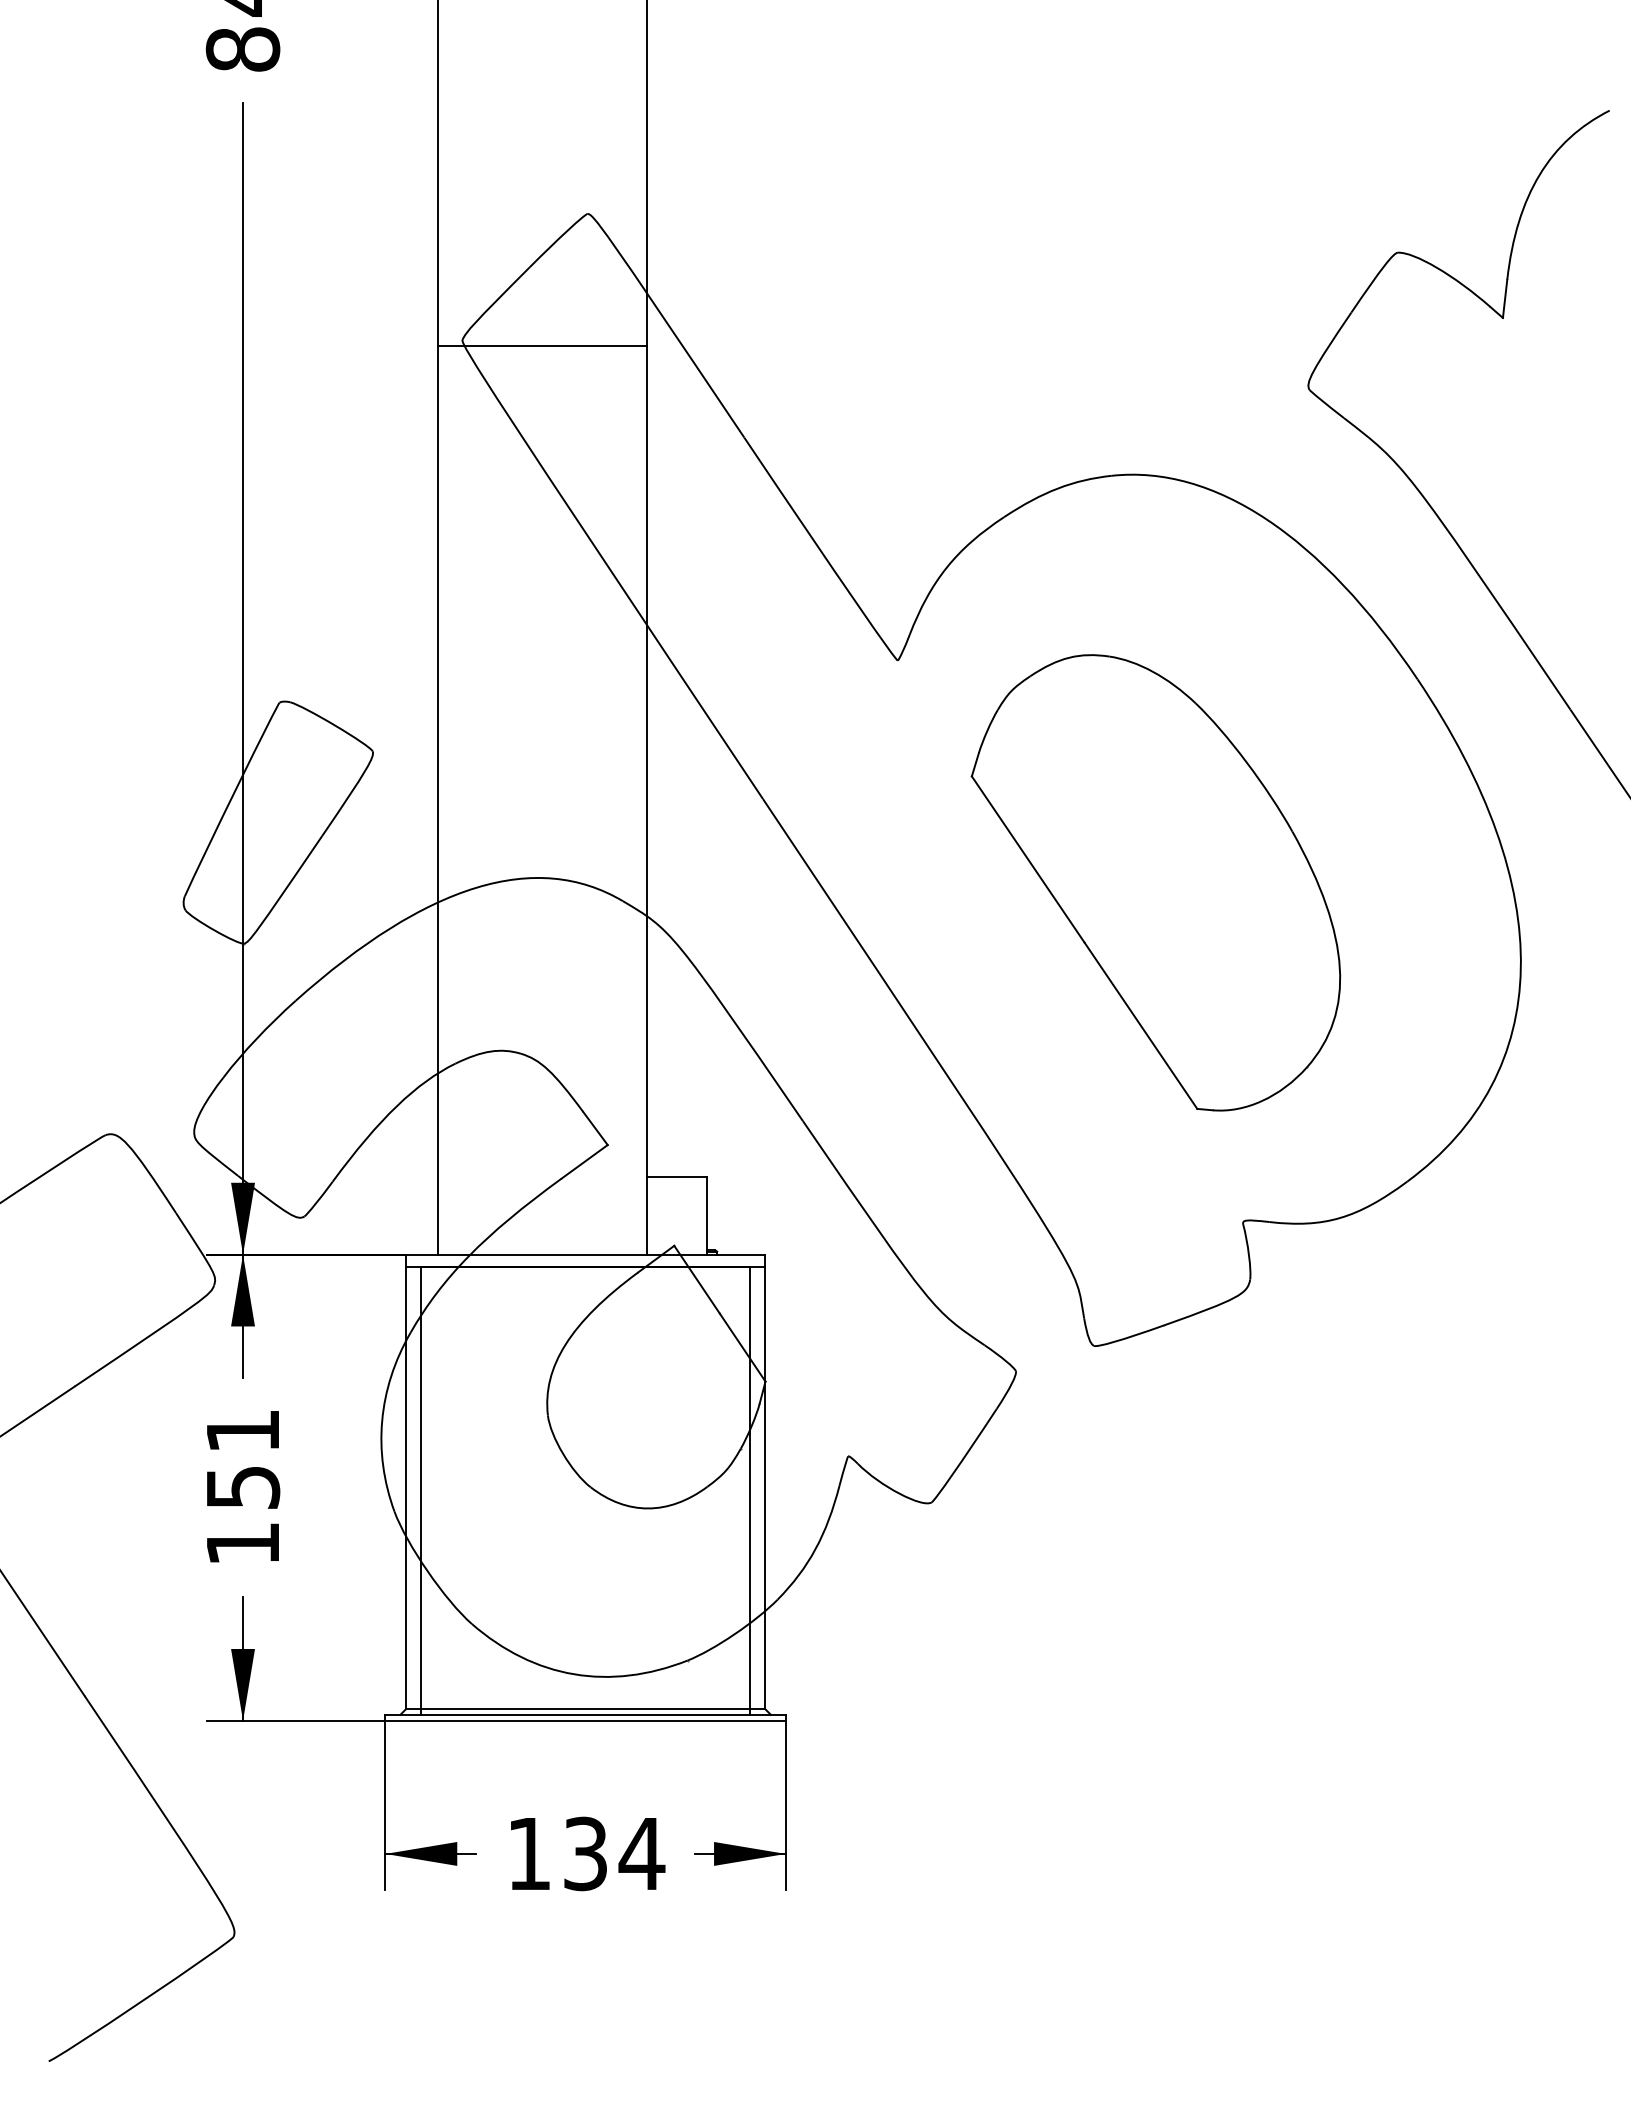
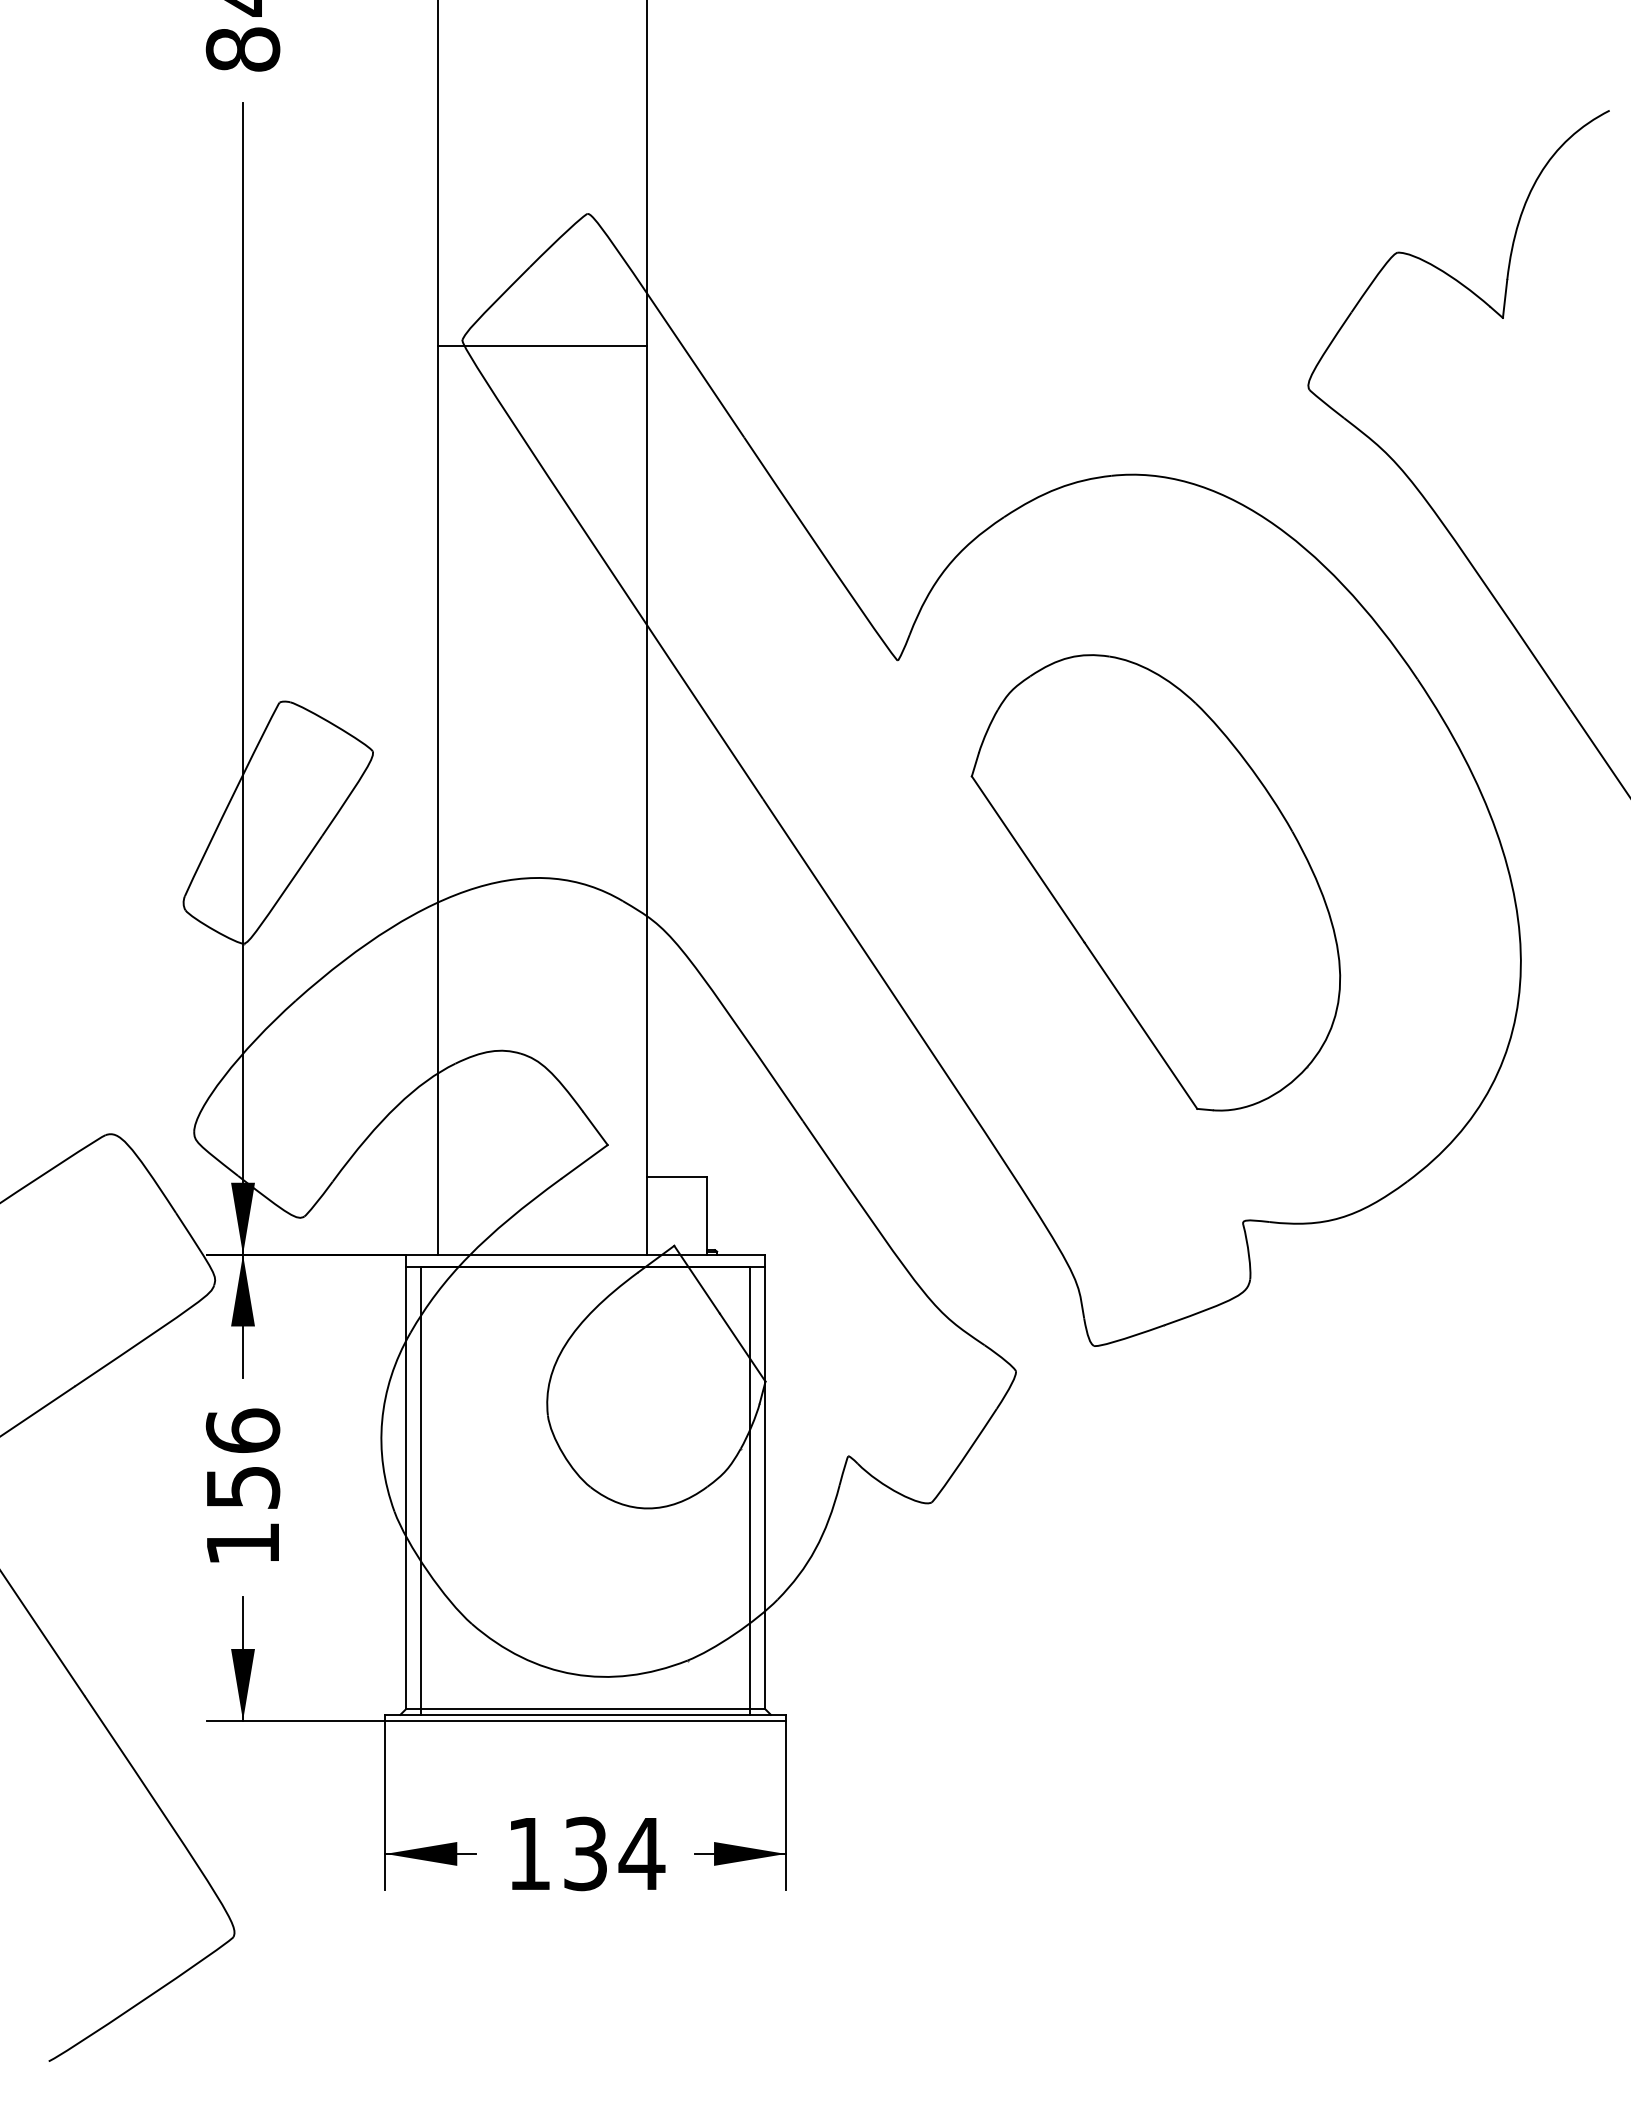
text at (242, 1430): 151 -> 156
